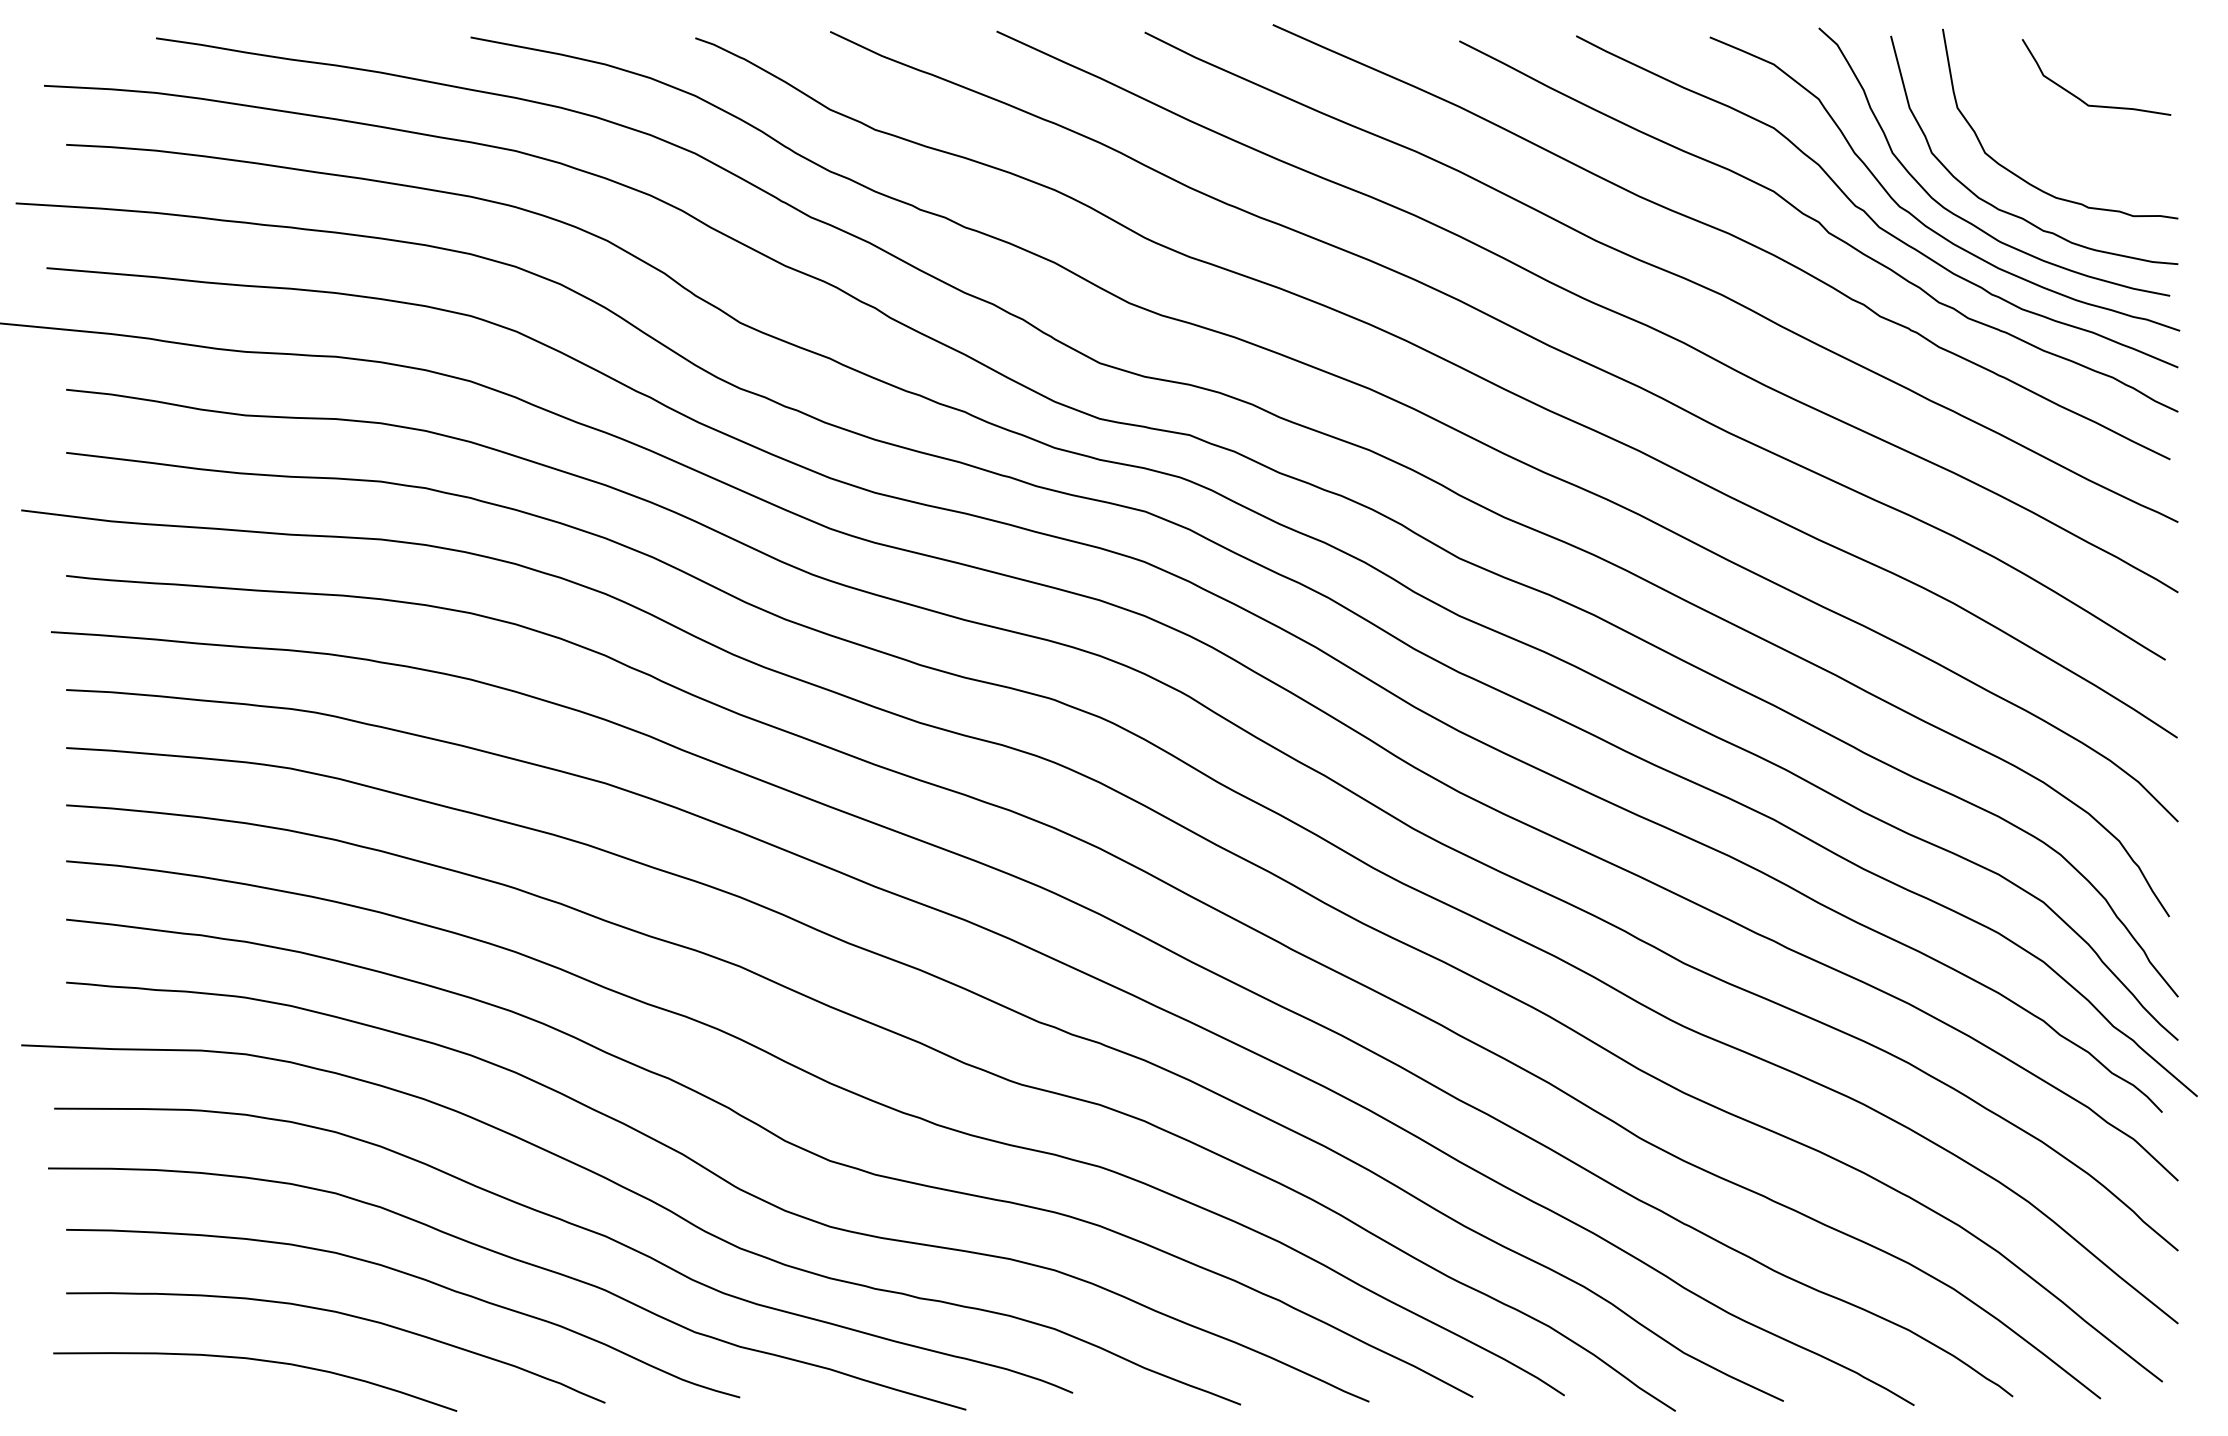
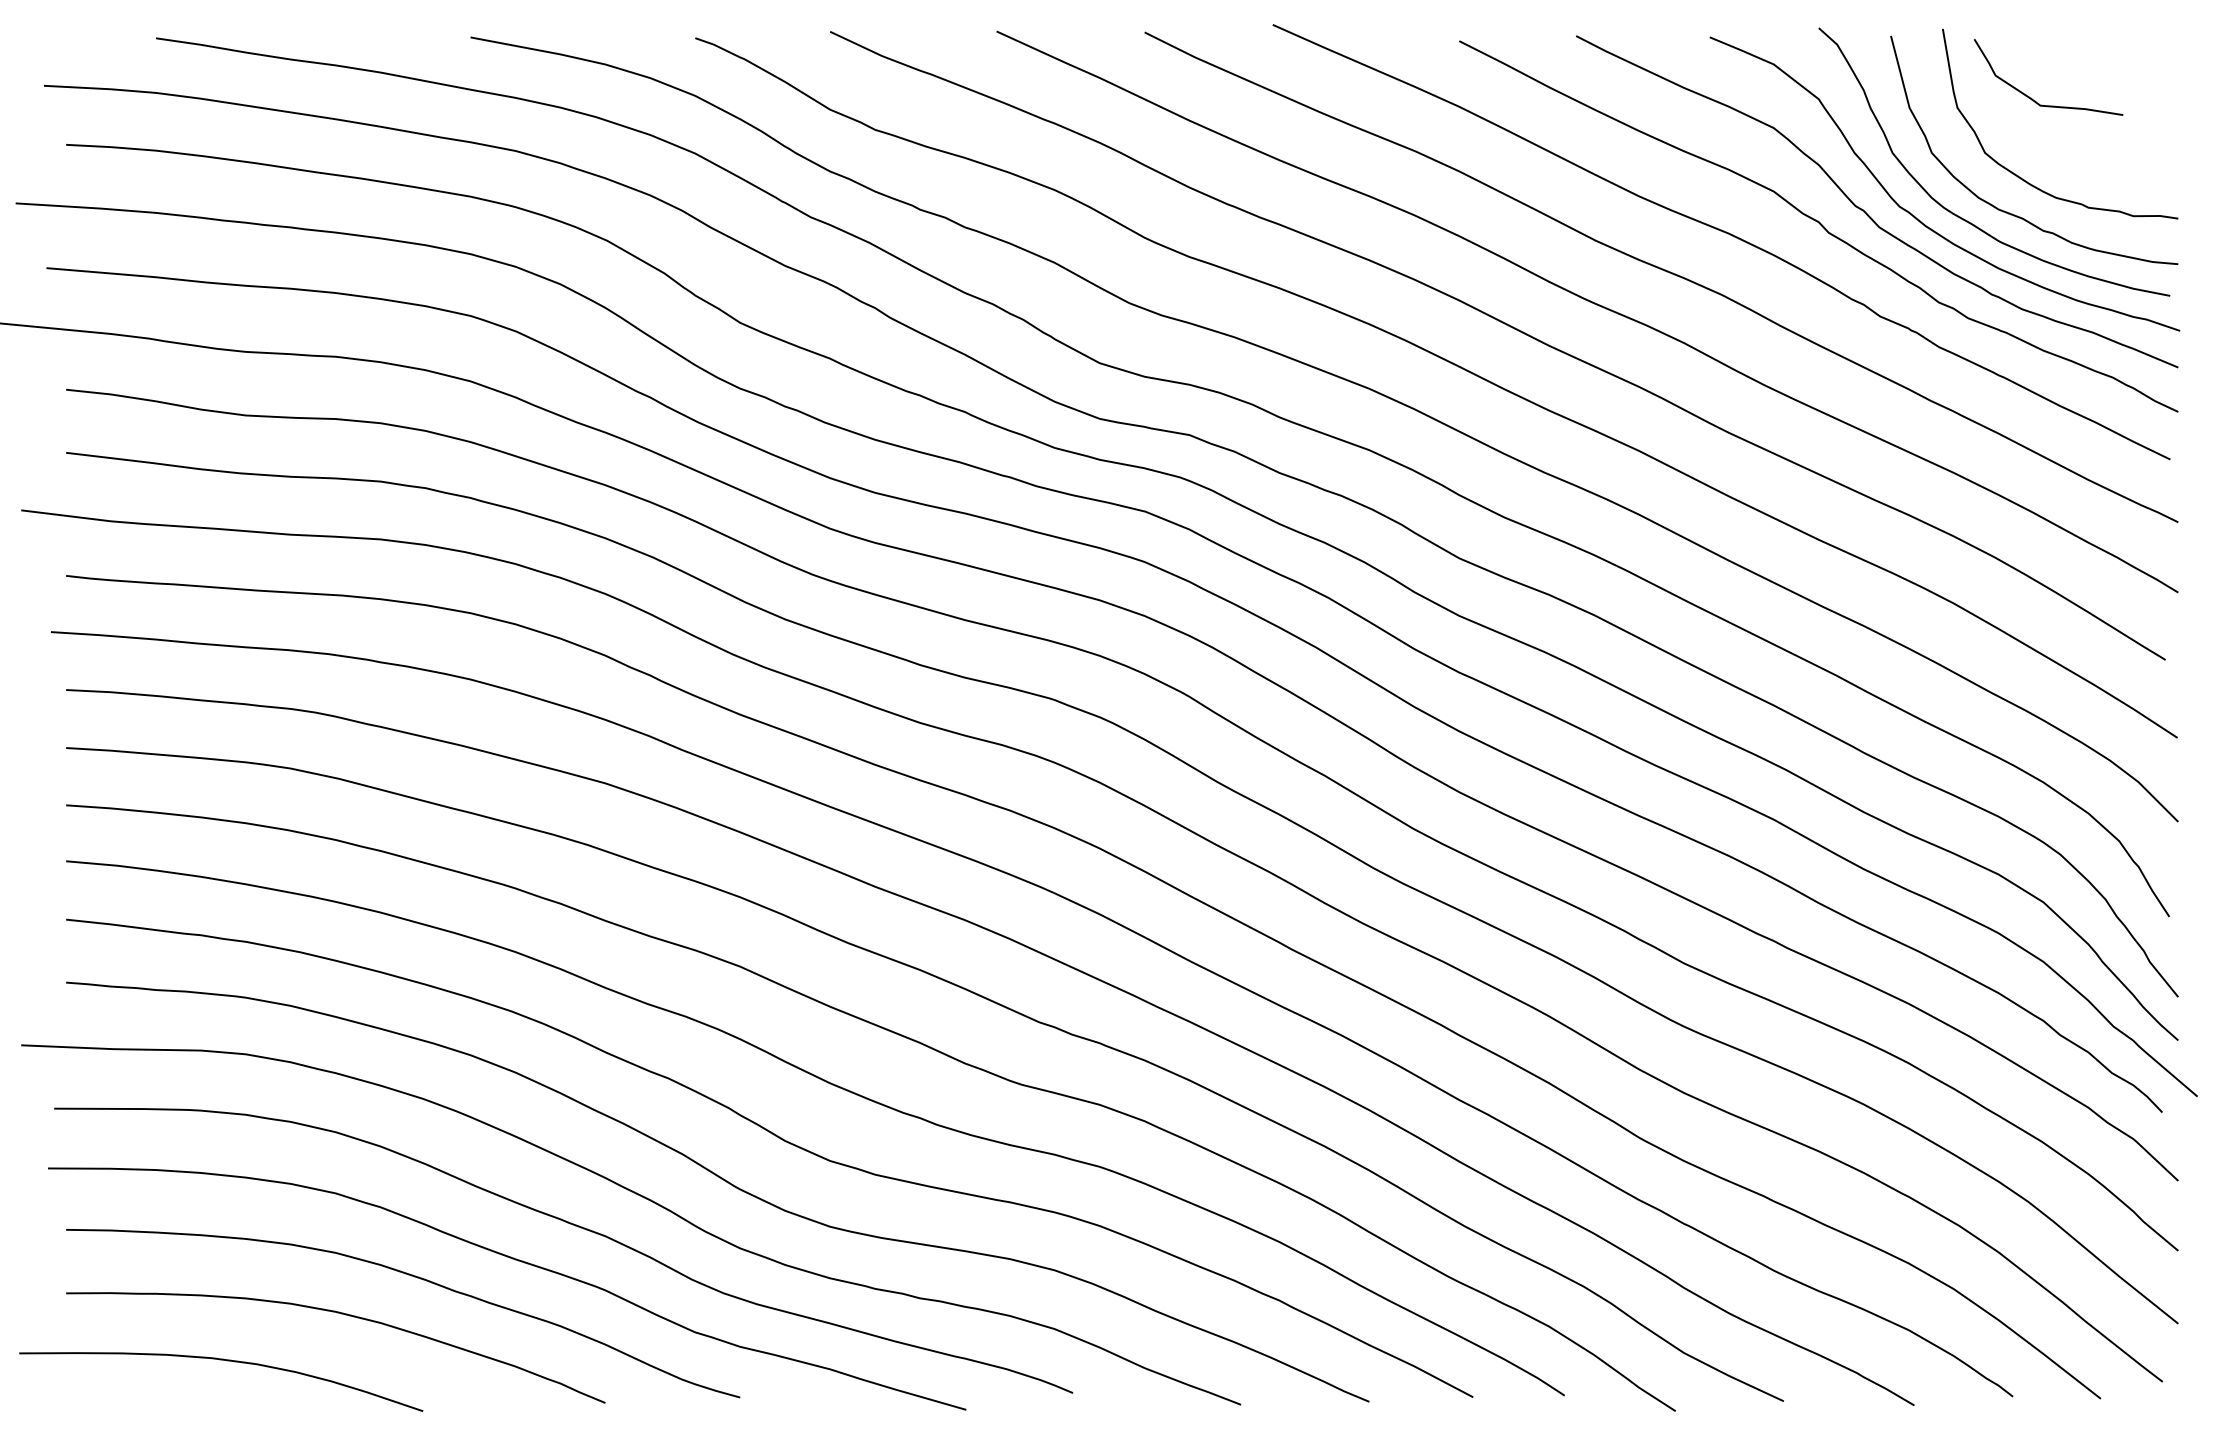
curve at (2080, 98) position: (2080, 98) -> (2032, 98)
curve at (261, 1361) position: (261, 1361) -> (227, 1361)
